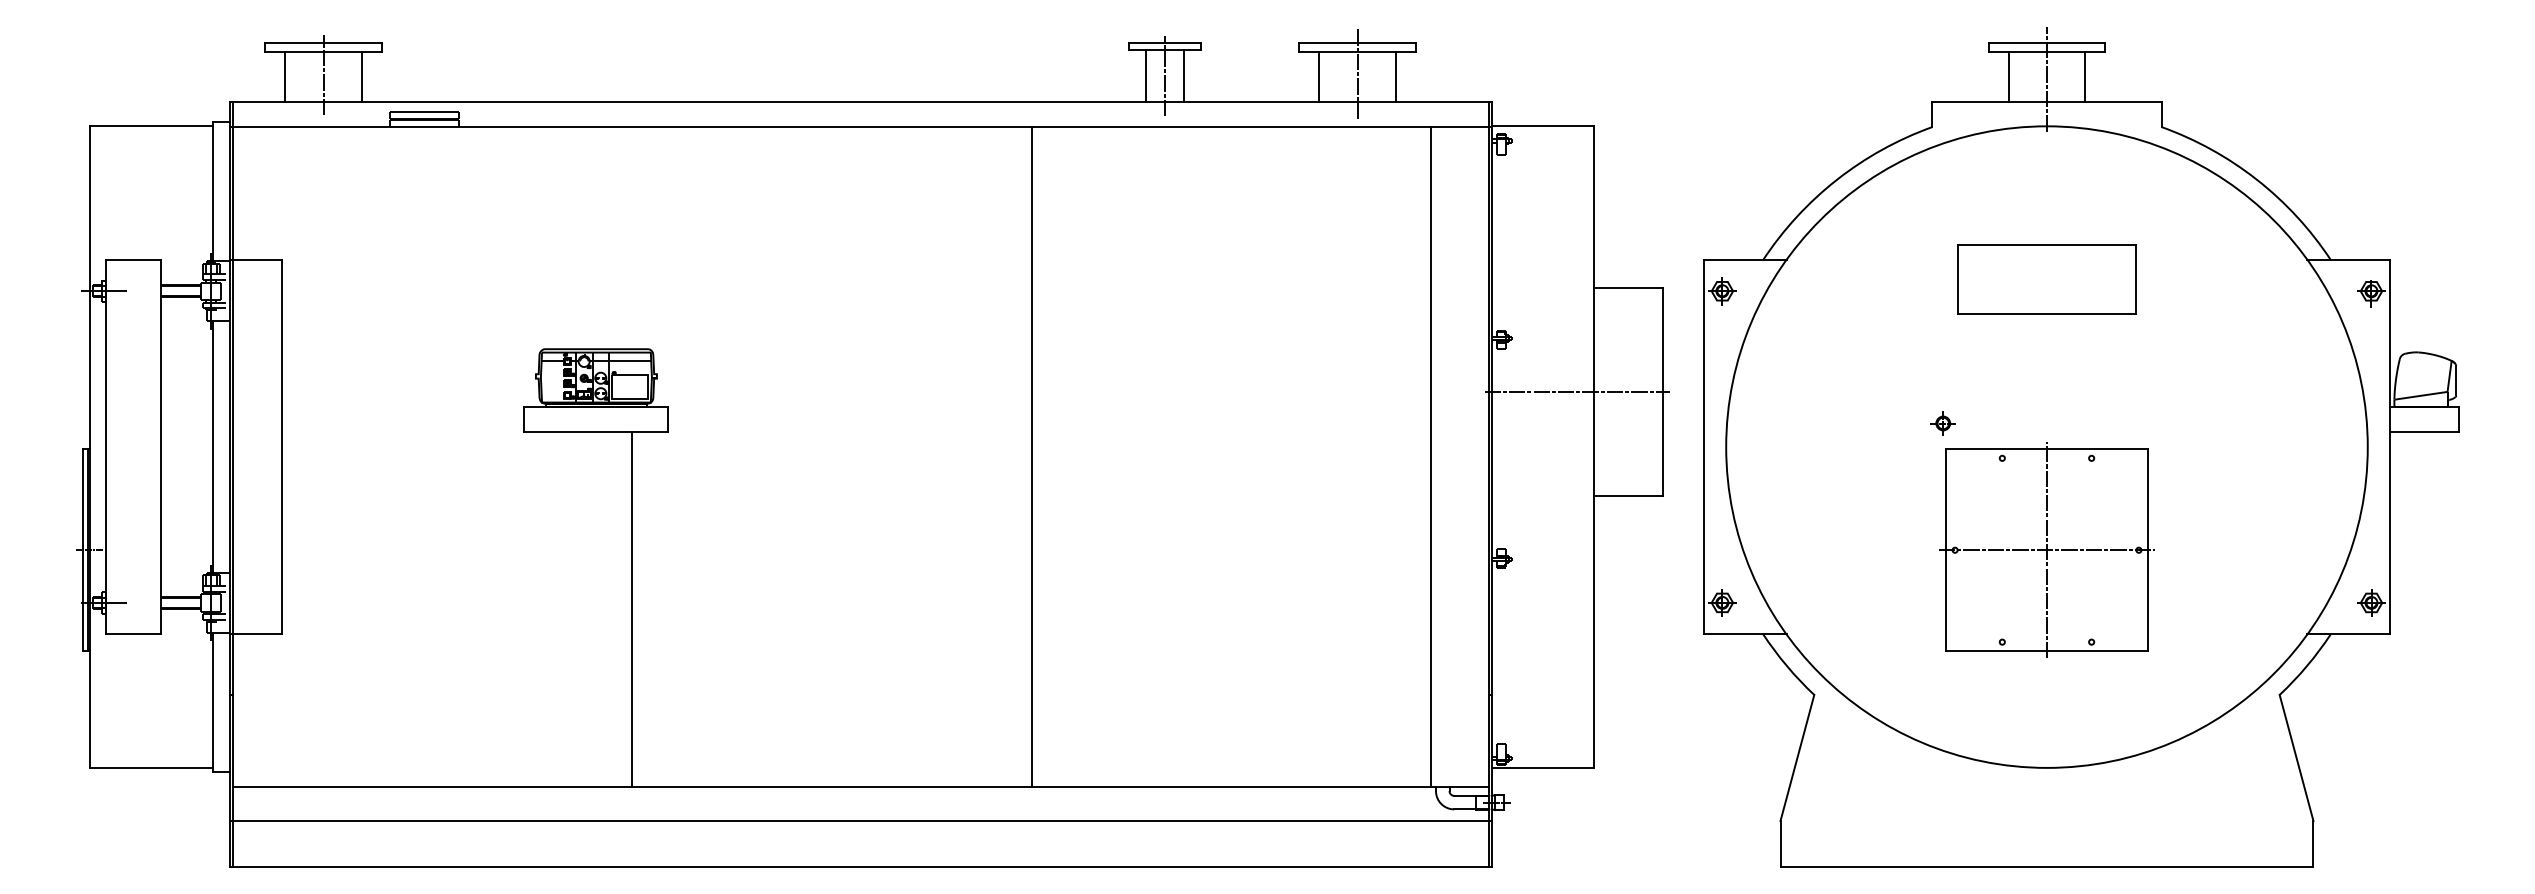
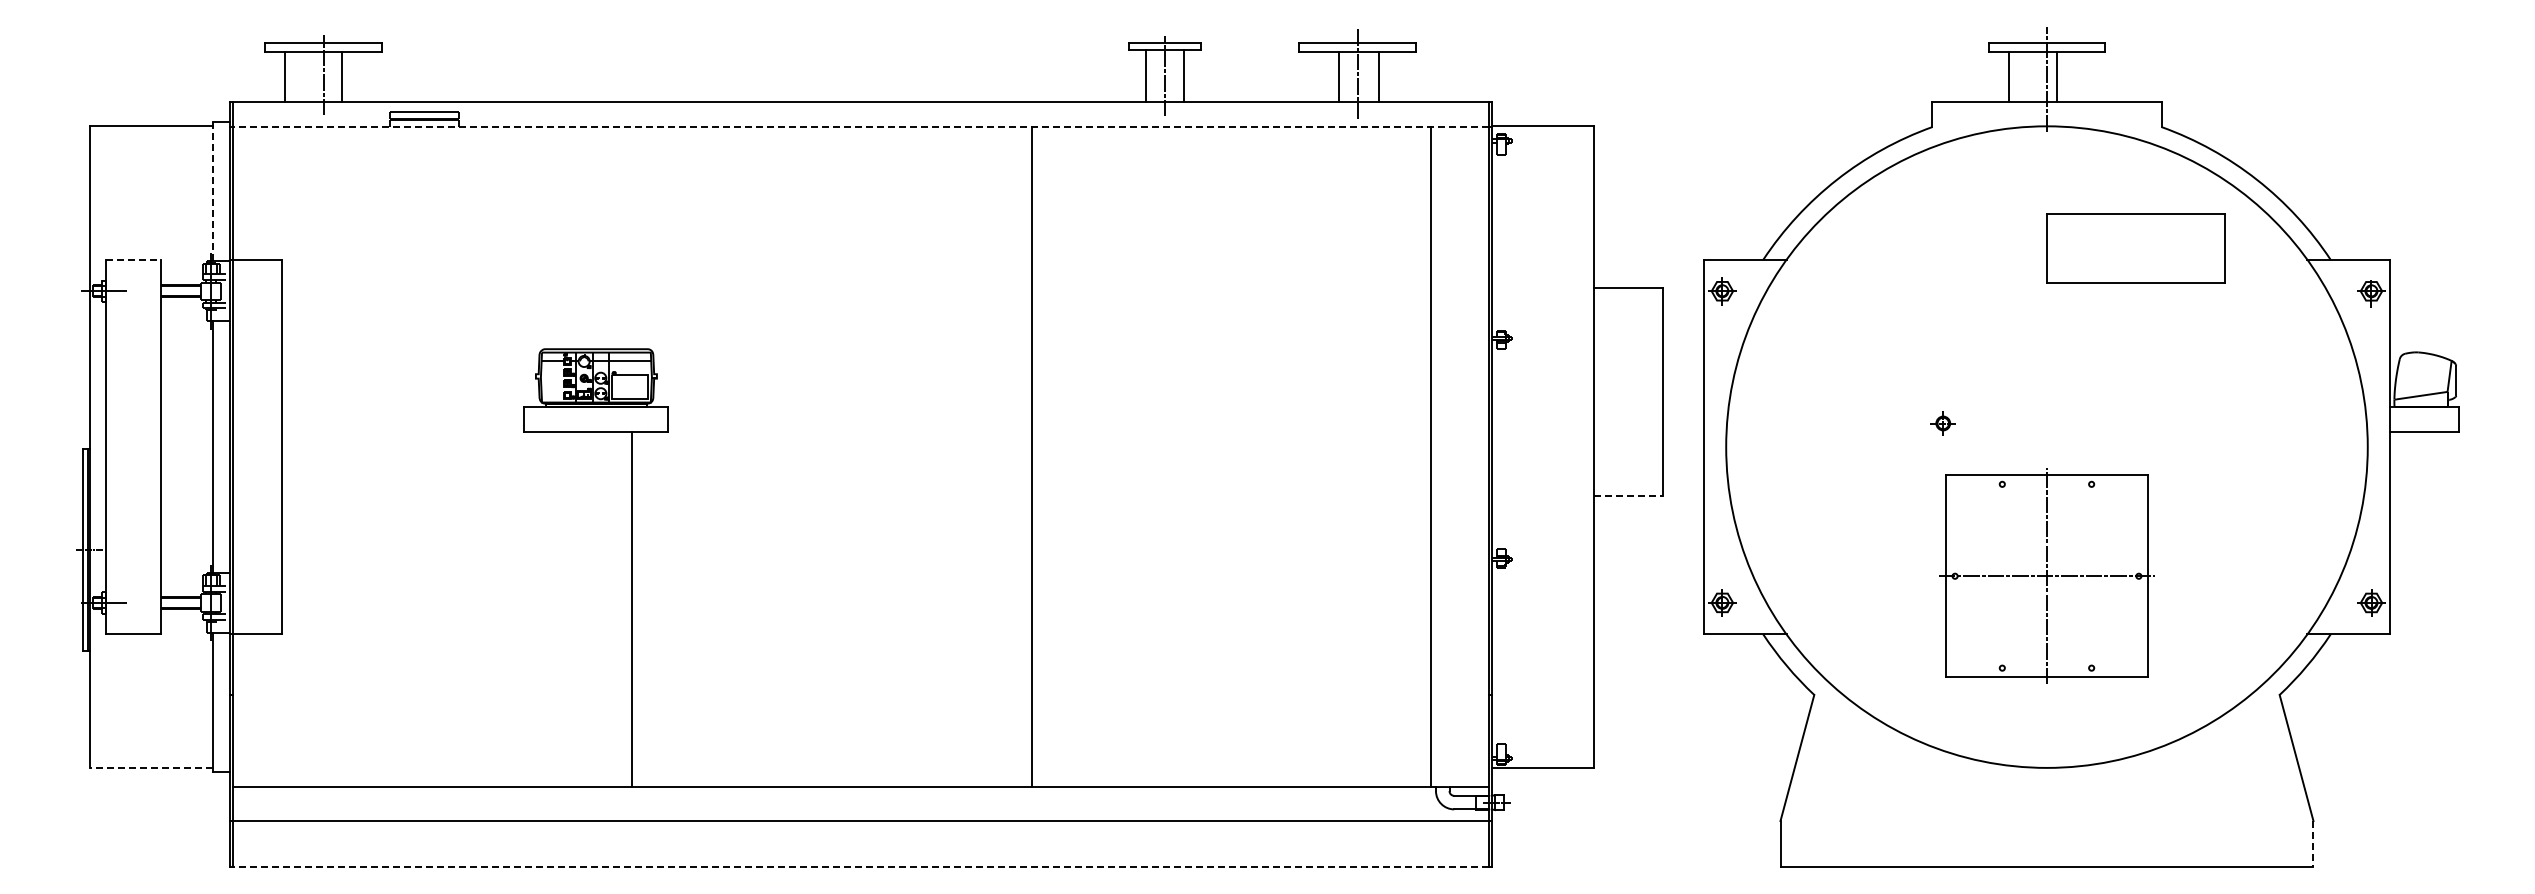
line at (361, 76) position: (361, 76) -> (341, 76)
line at (1319, 76) position: (1319, 76) -> (1339, 76)
line at (1396, 76) position: (1396, 76) -> (1379, 76)
line at (2085, 76) position: (2085, 76) -> (2057, 76)
line at (860, 127): solid -> dashed
line at (212, 192): solid -> dashed
line at (134, 259): solid -> dashed
part at (2046, 279) position: (2046, 279) -> (2135, 248)
line at (1577, 391): present -> none
line at (1628, 495): solid -> dashed
part at (2046, 549) position: (2046, 549) -> (2046, 575)
line at (151, 767): solid -> dashed
line at (2313, 844): solid -> dashed
line at (860, 867): solid -> dashed
